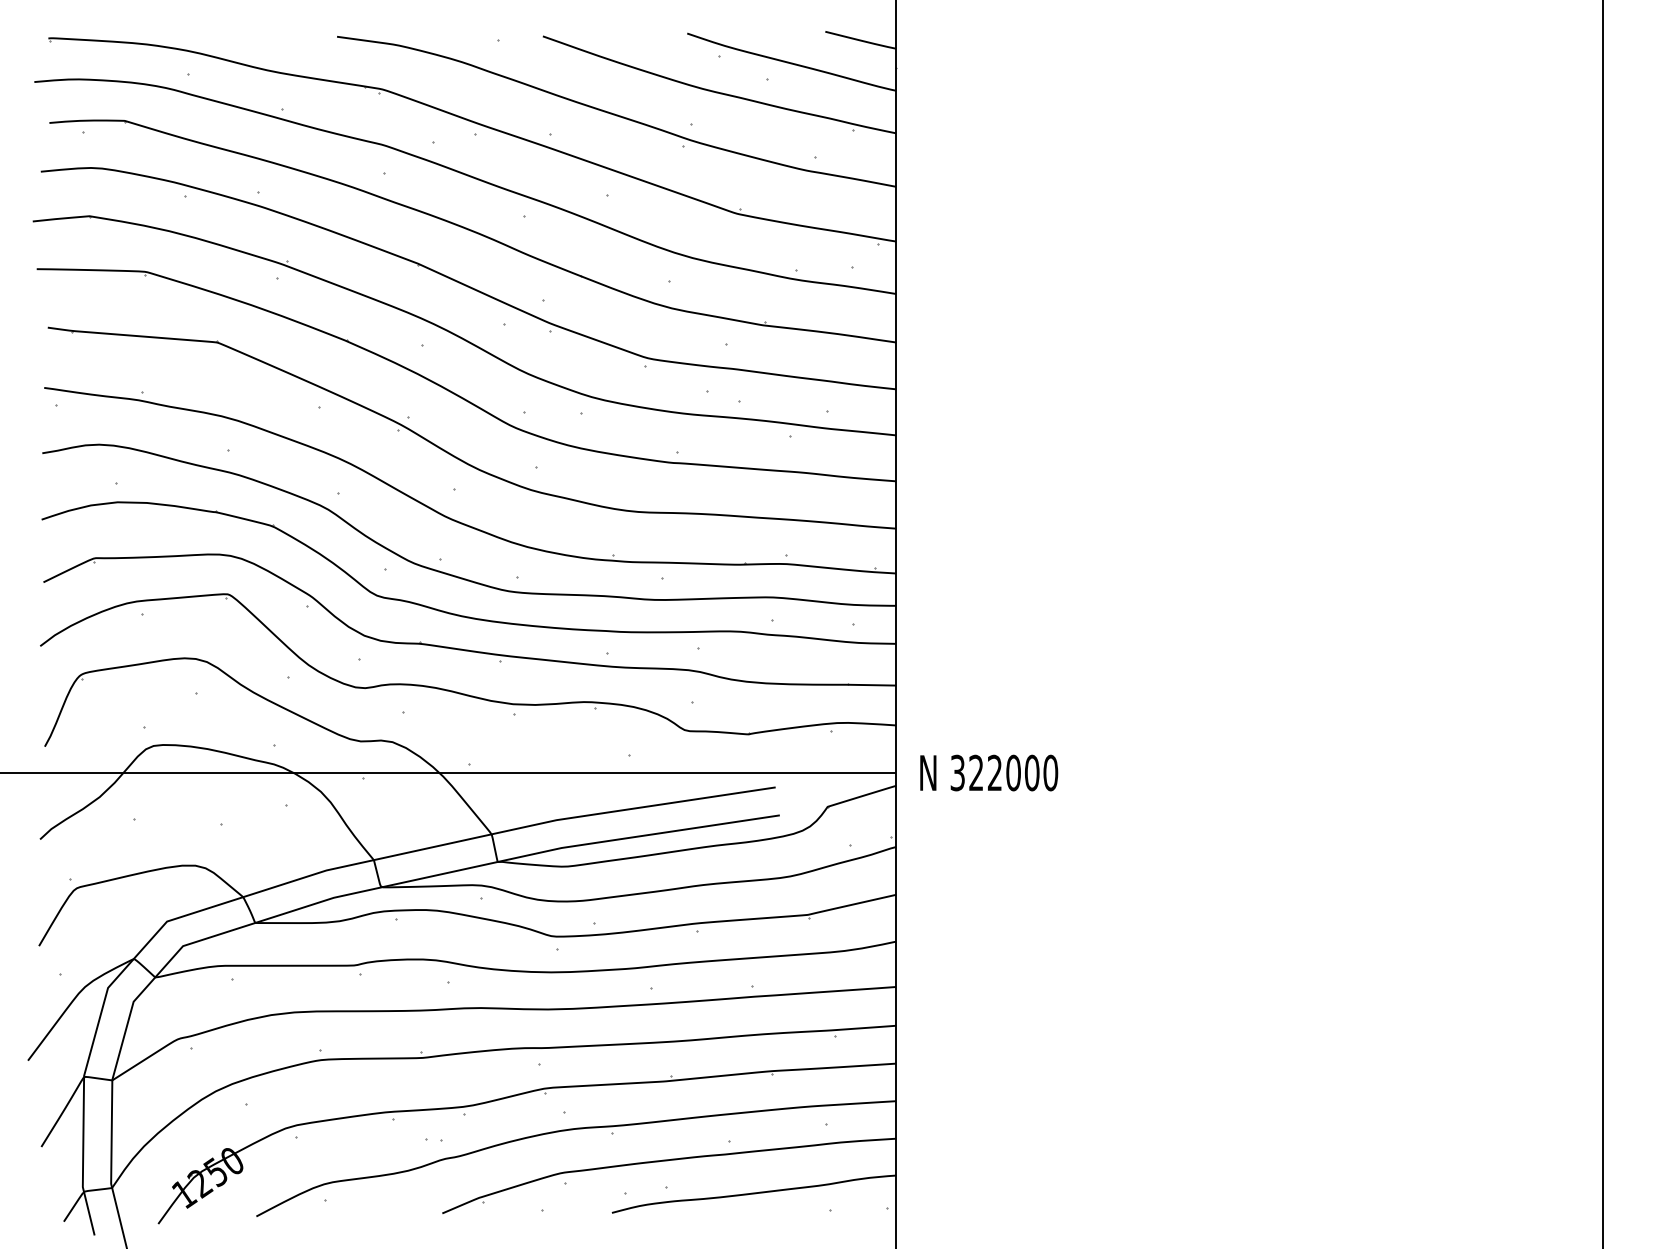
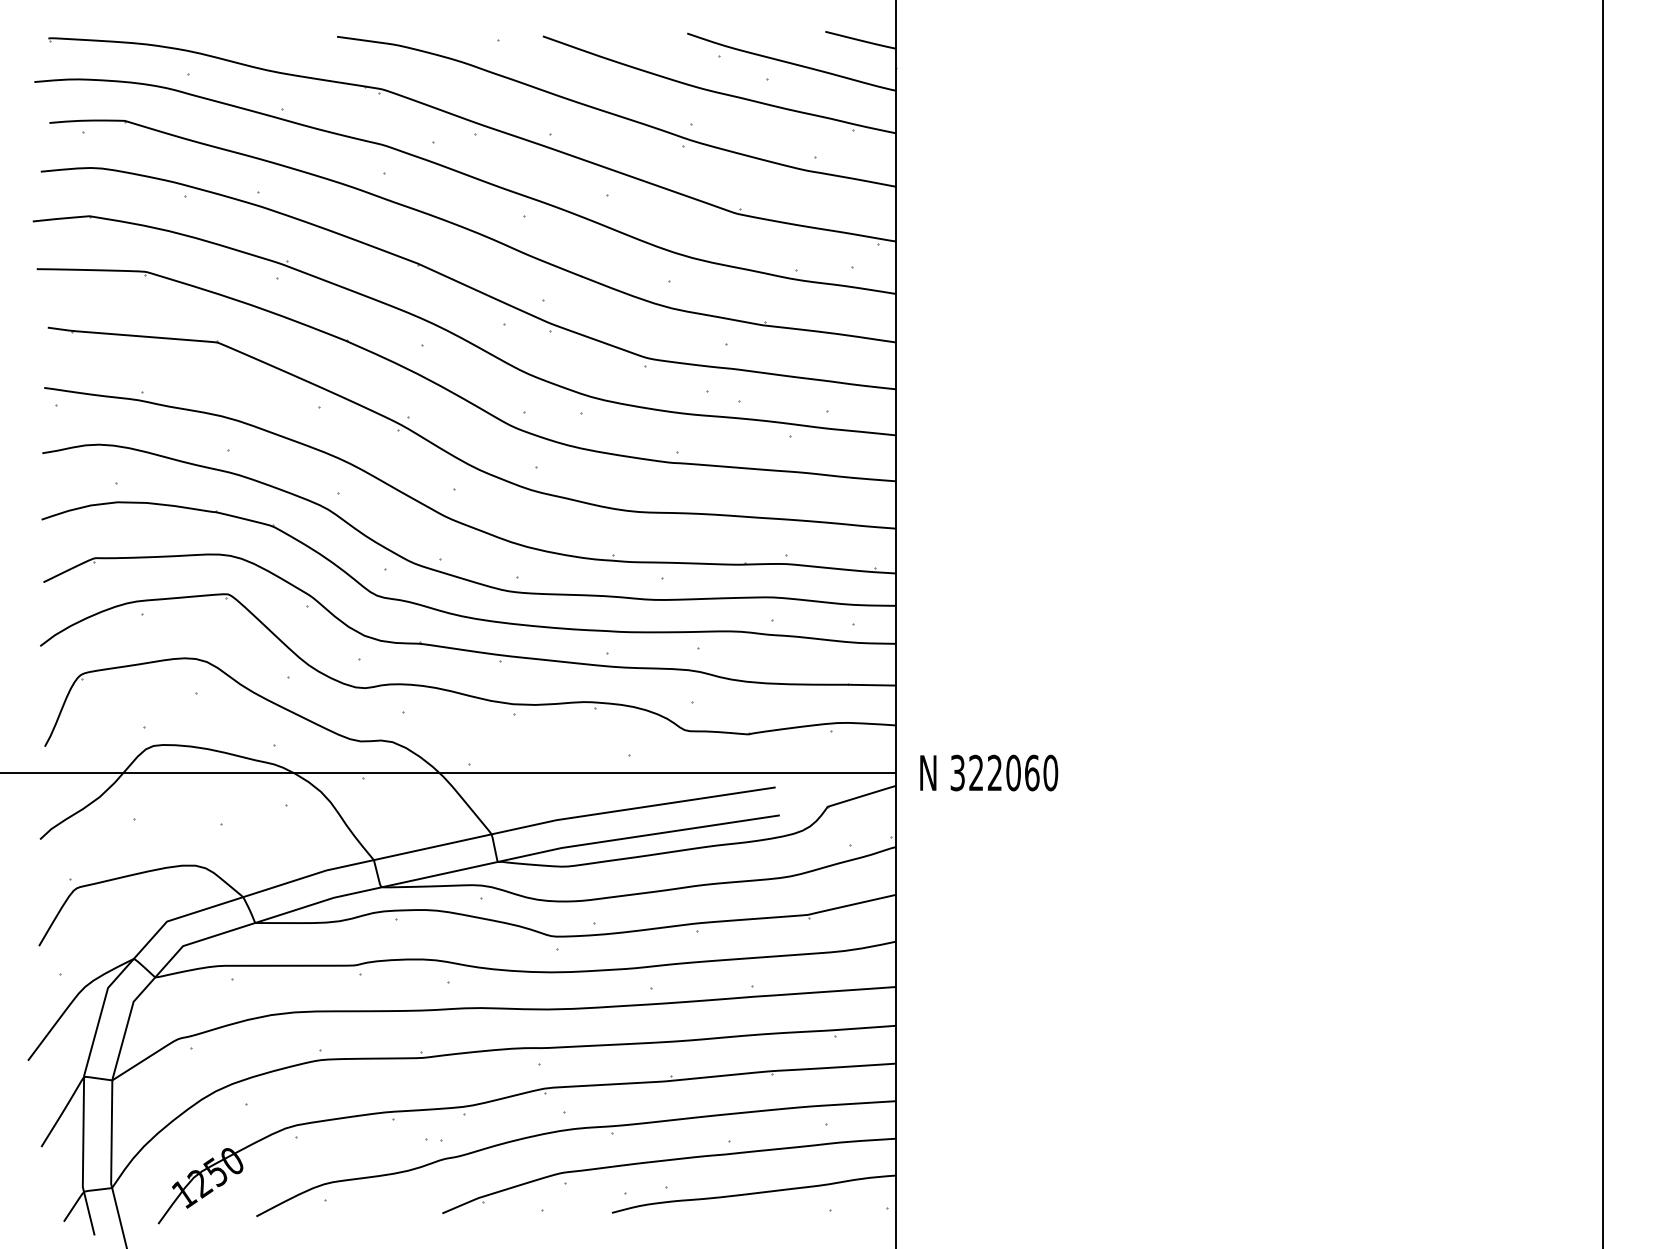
text at (1032, 772): 322000 -> 322060
